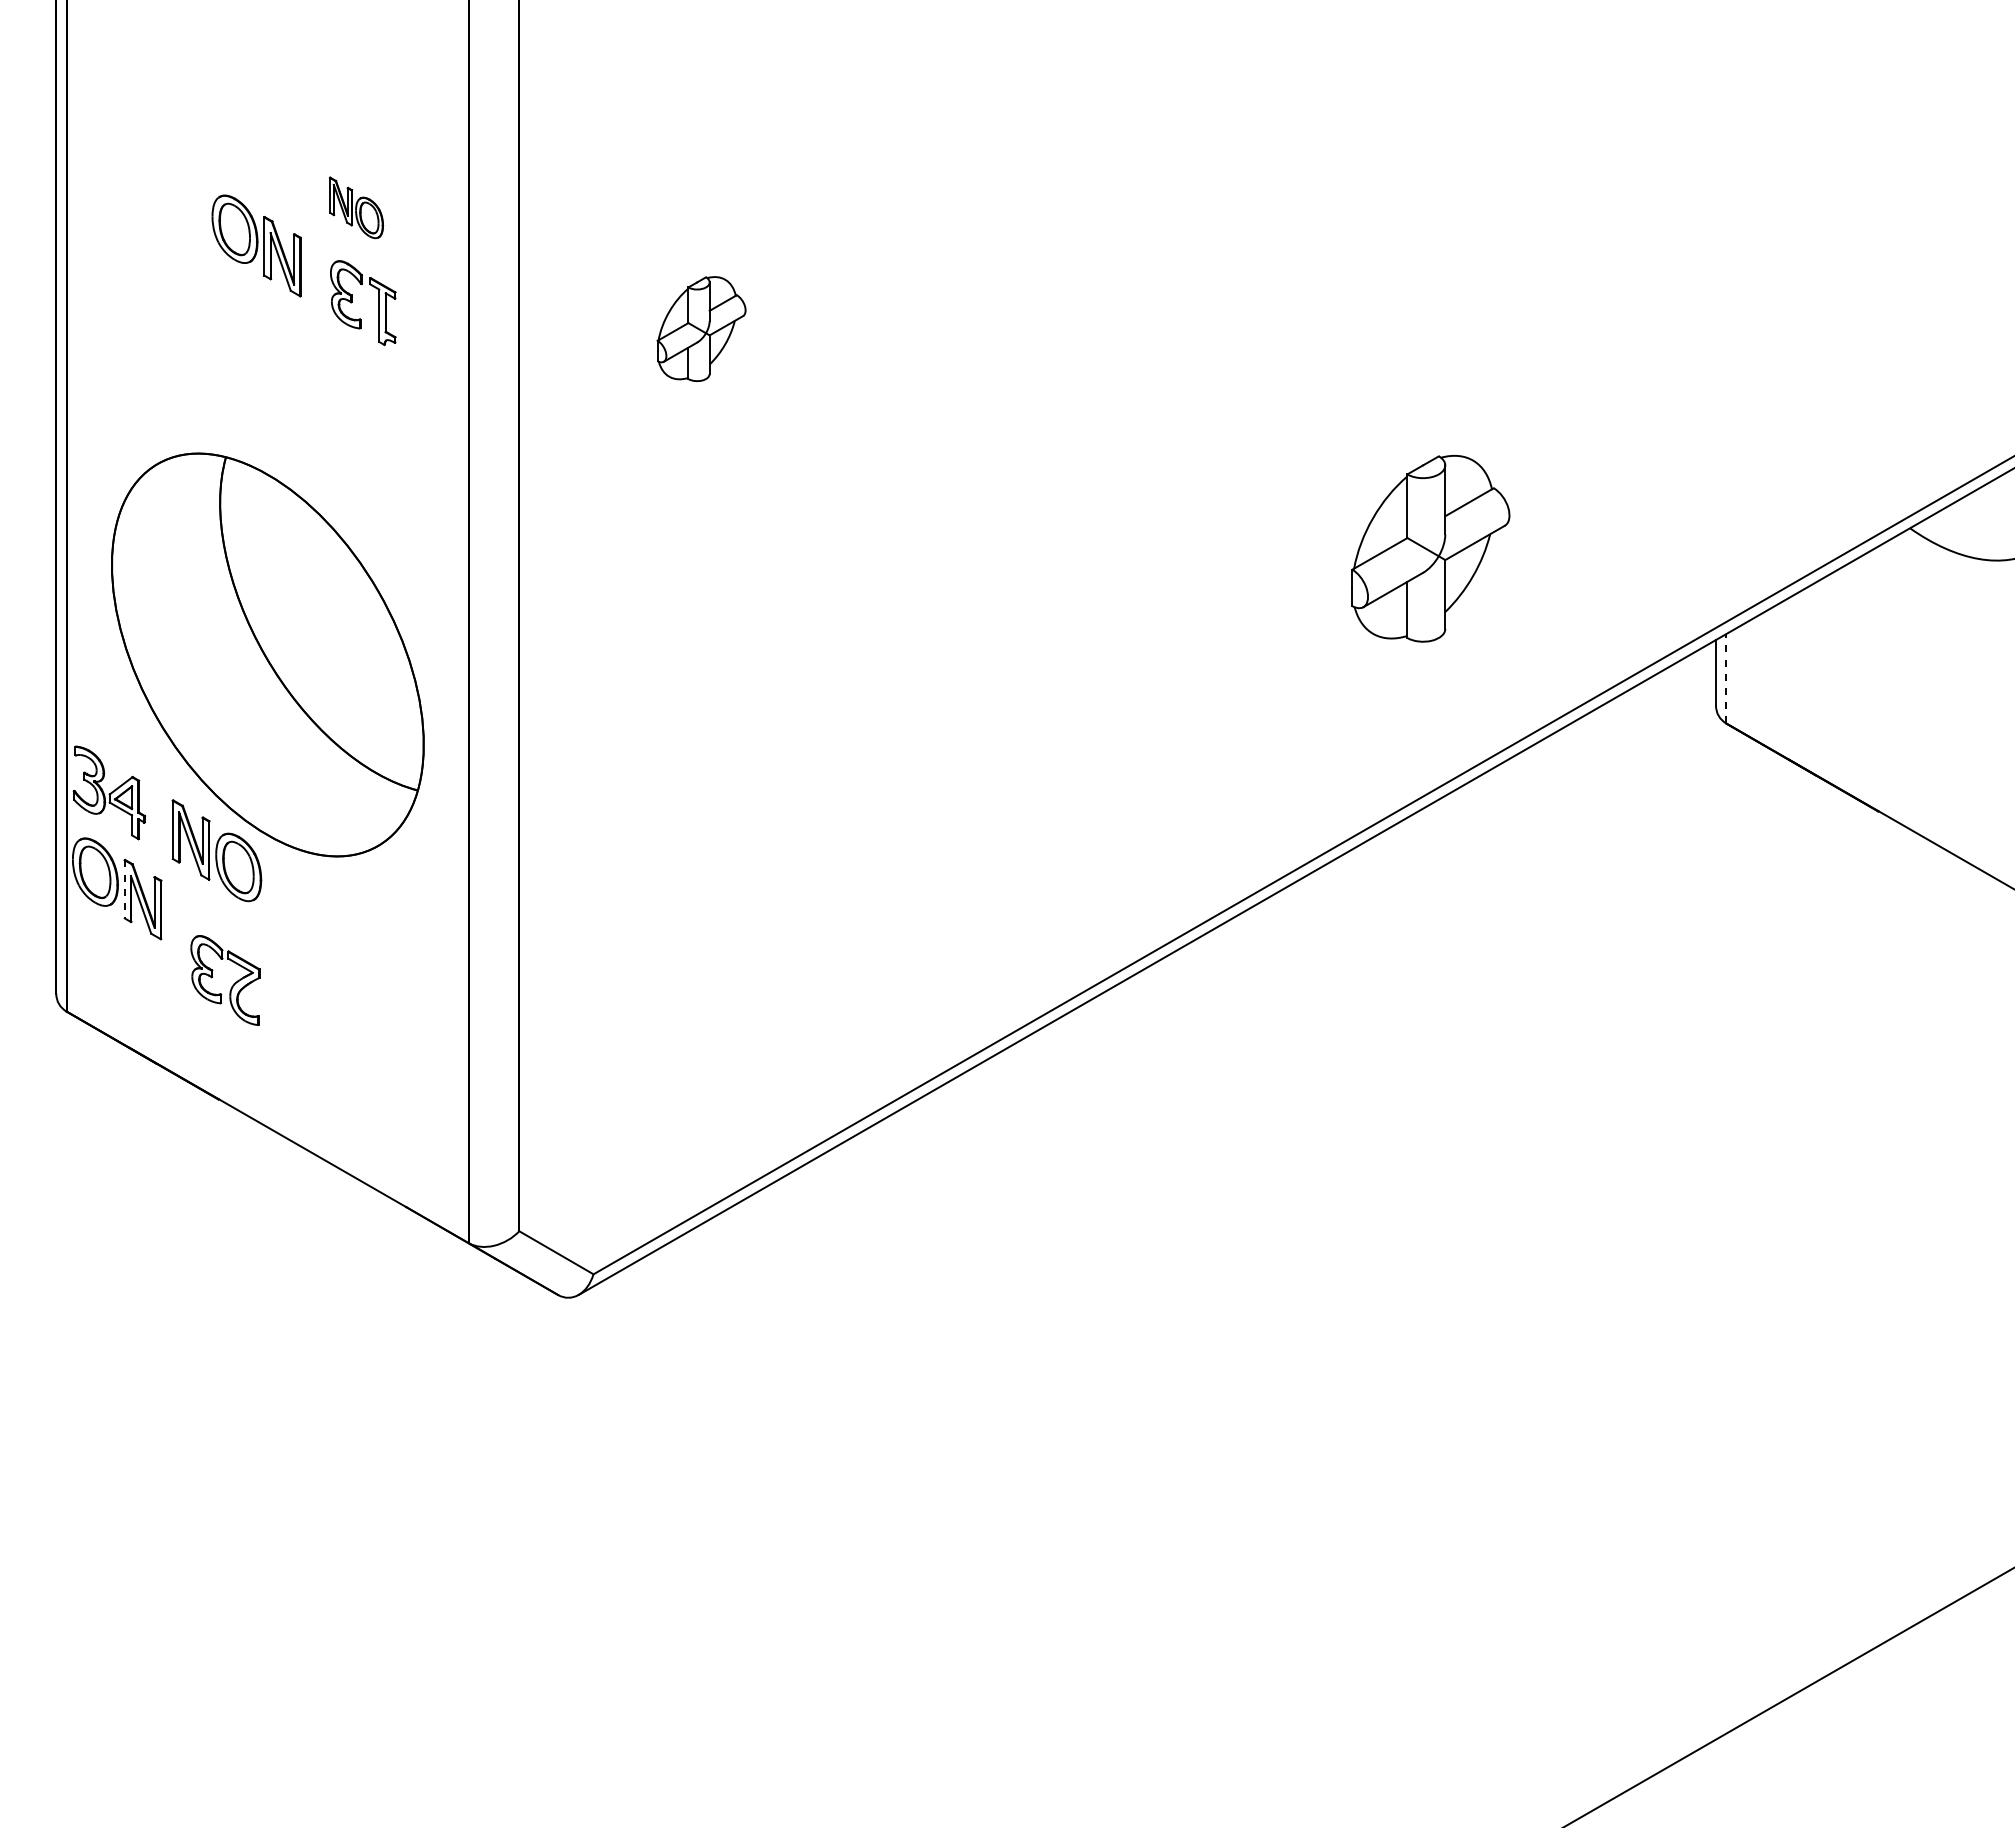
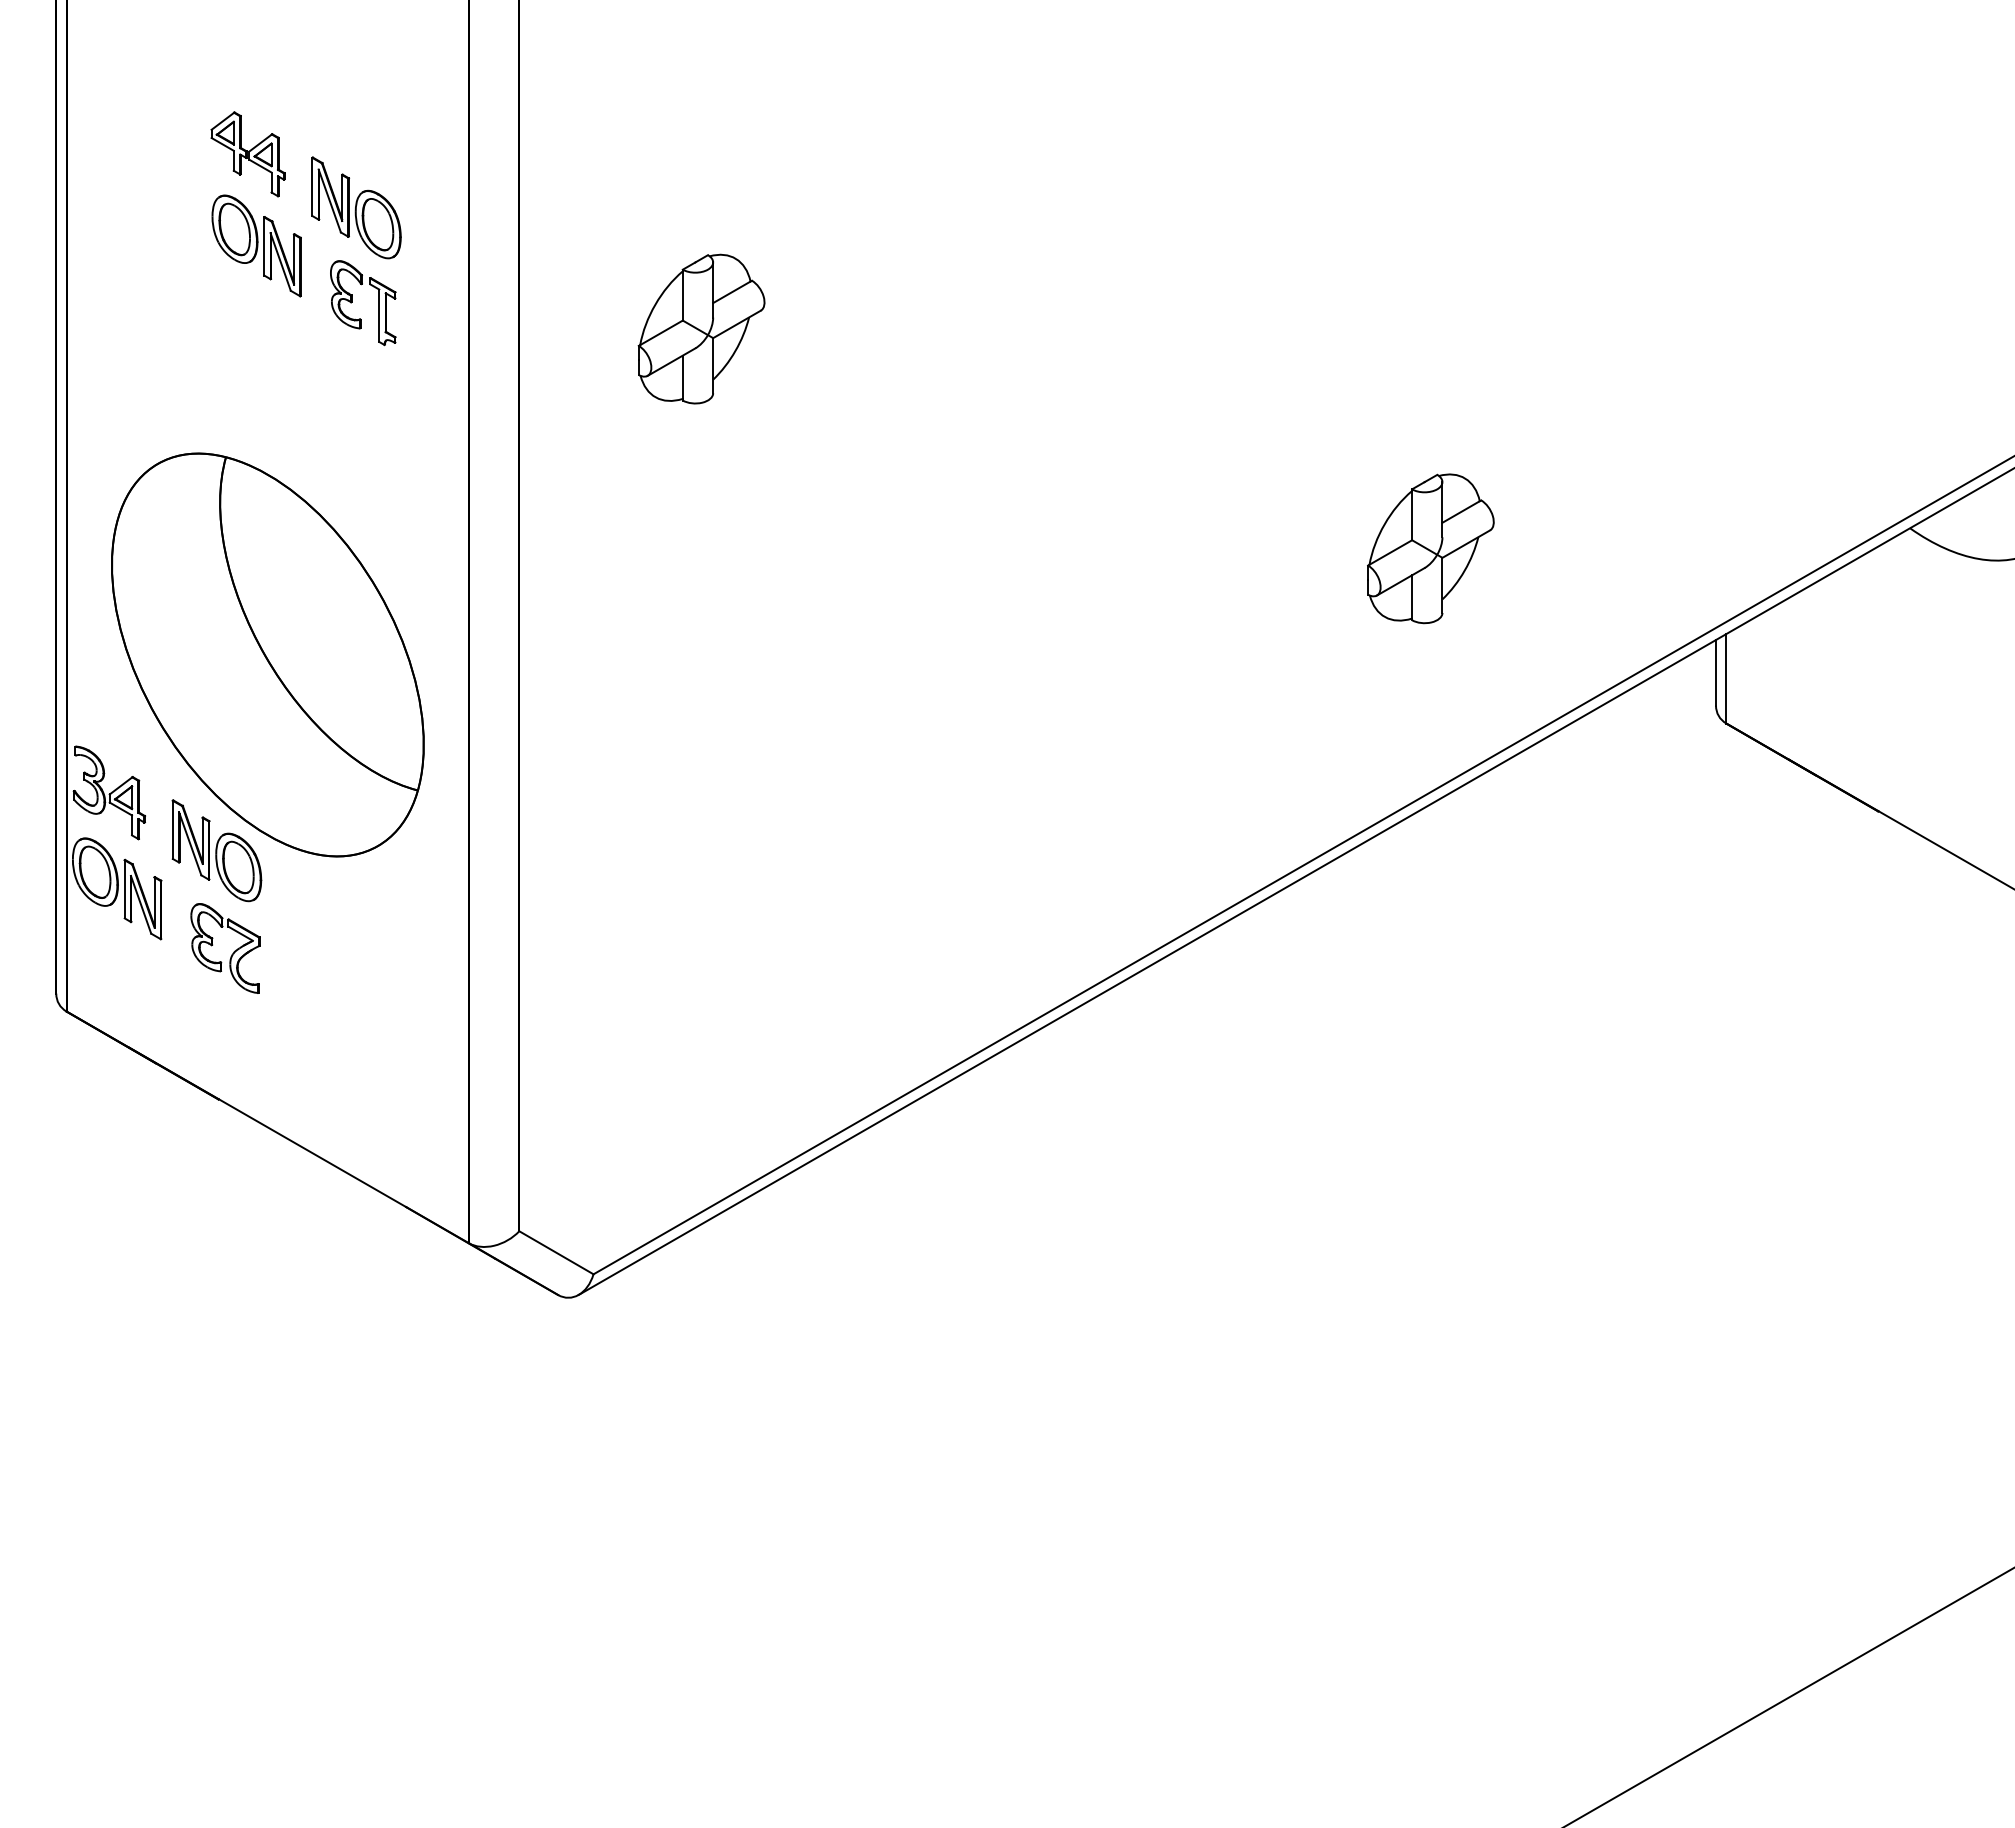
part at (247, 154): none -> present
part at (356, 207) size: 56x64 px -> 91x104 px
part at (701, 329) size: 91x107 px -> 129x152 px
part at (1430, 548) size: 160x188 px -> 128x152 px
line at (1726, 678): dashed -> solid
line at (124, 889): dashed -> solid
part at (231, 986) position: (231, 986) -> (231, 954)
